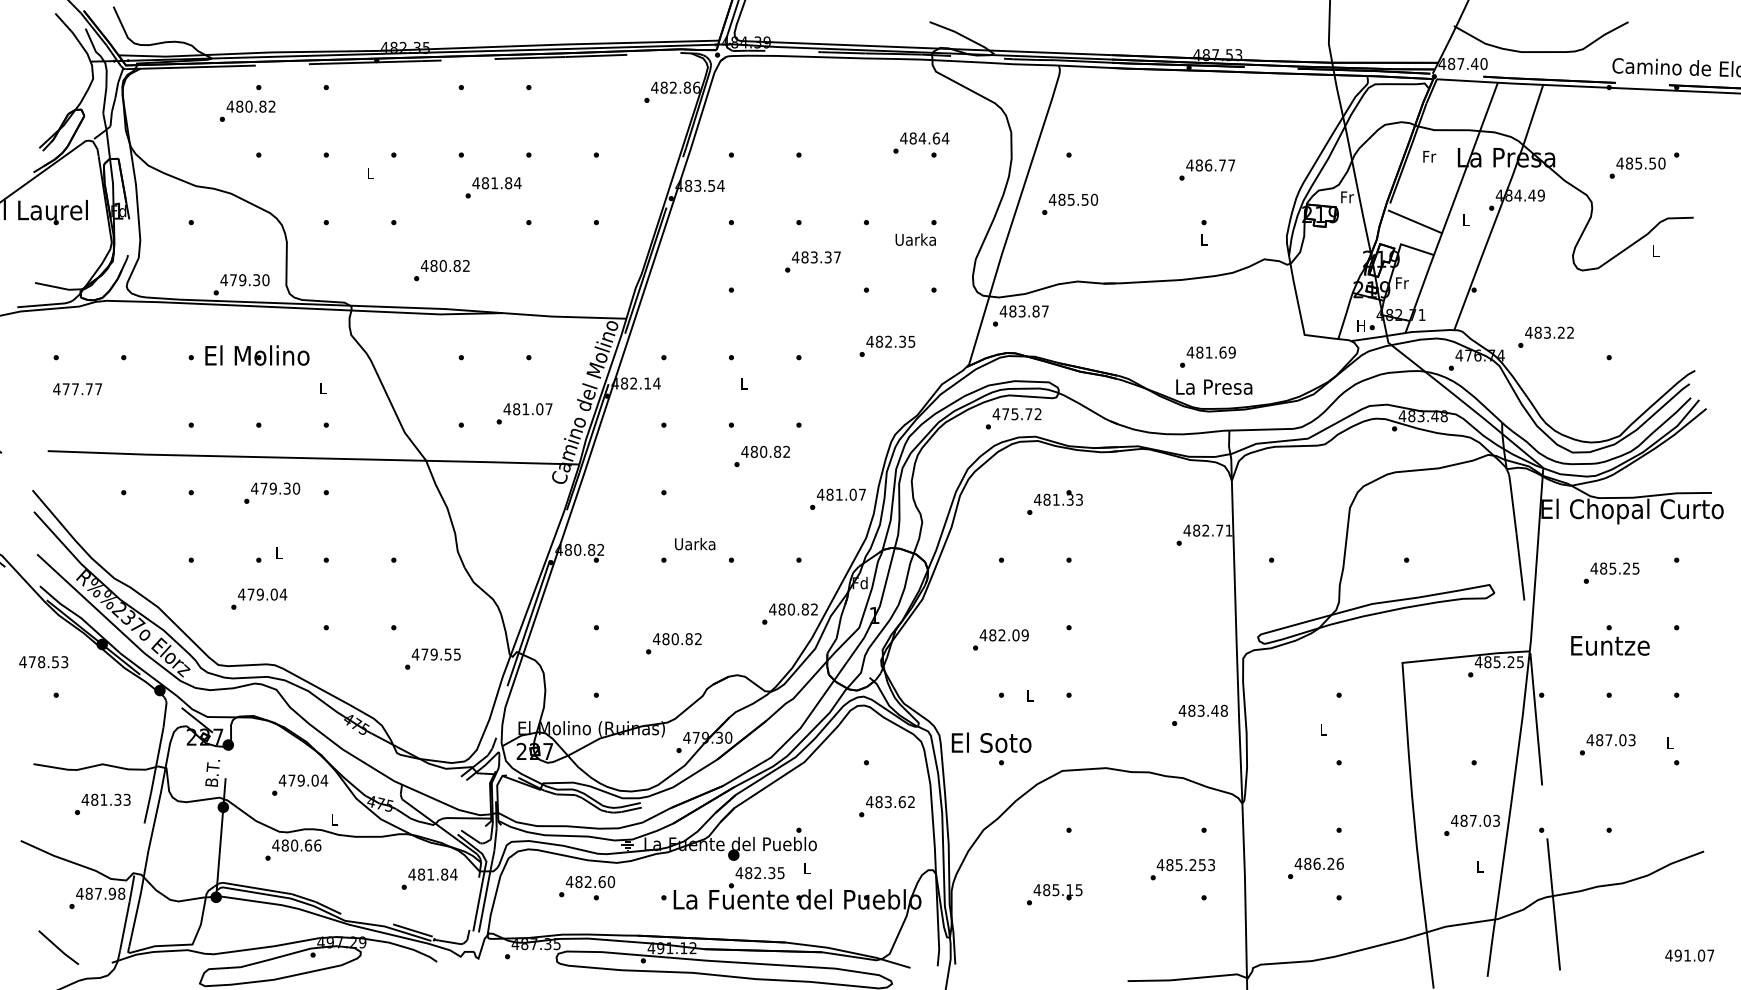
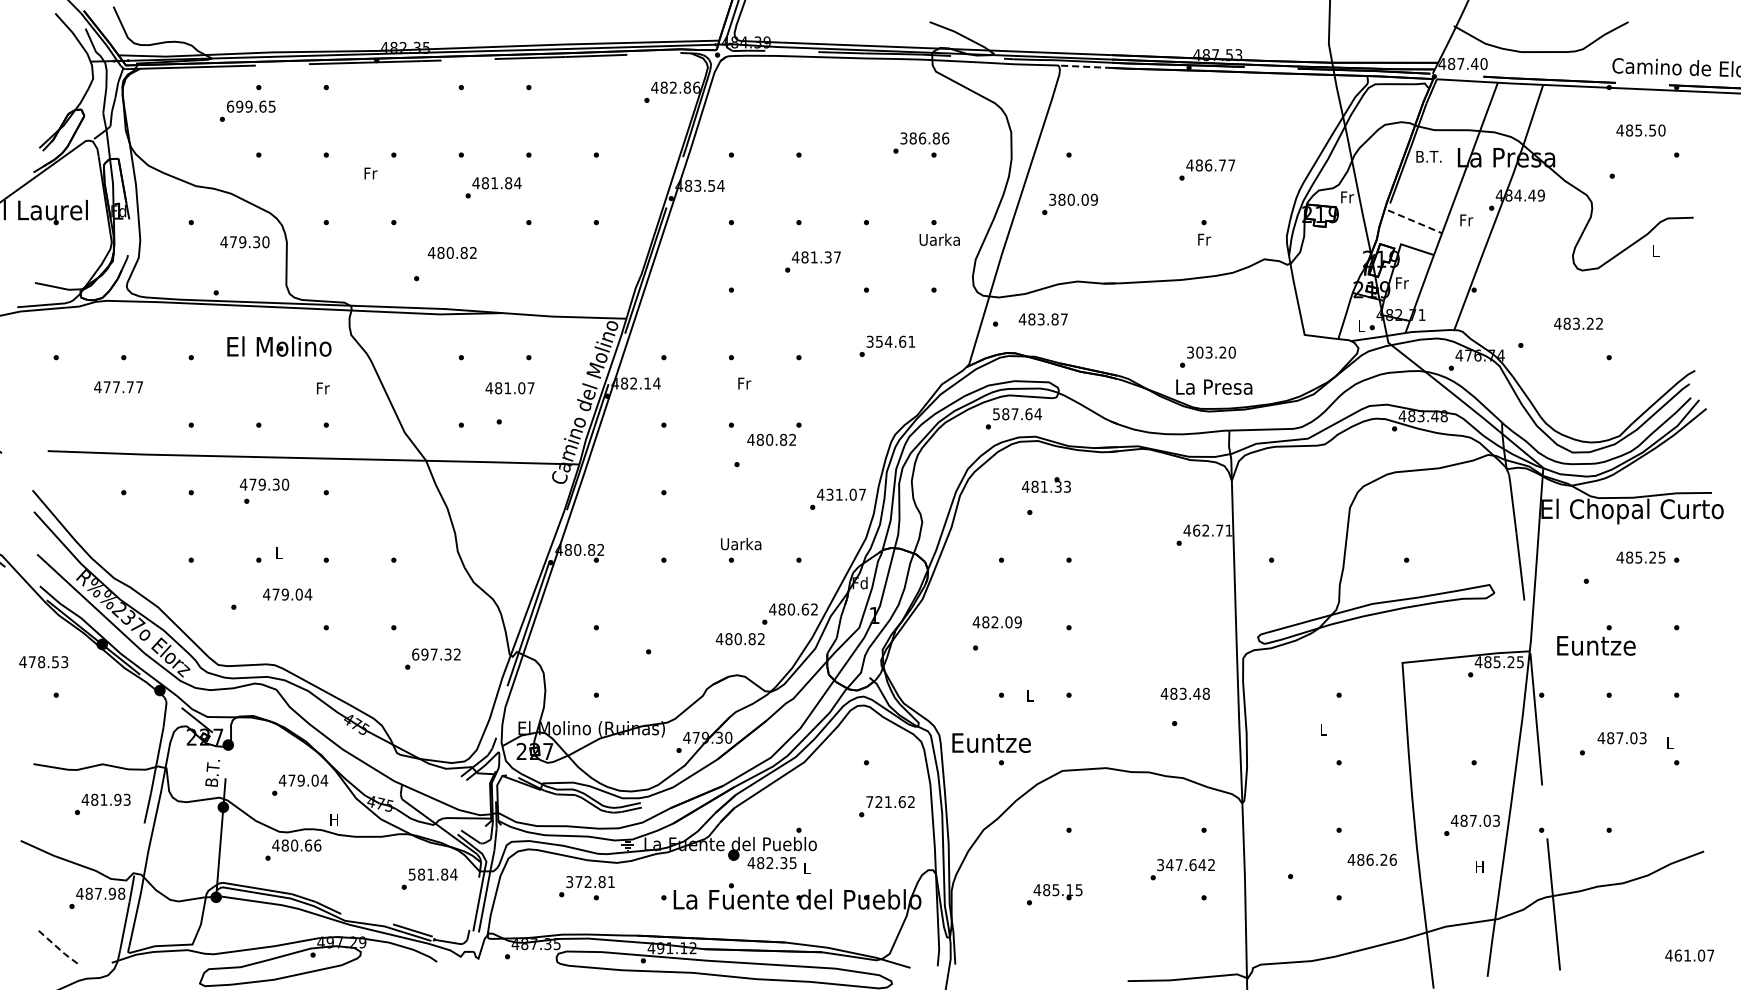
line at (1085, 66): solid -> dashed
text at (250, 106): 480.82 -> 699.65
text at (924, 138): 484.64 -> 386.86
text at (1428, 156): Fr -> B.T.
text at (1640, 163) position: (1640, 163) -> (1640, 130)
text at (370, 173): L -> Fr
text at (1072, 199): 485.50 -> 380.09
text at (1466, 220): L -> Fr
line at (1415, 222): solid -> dashed
text at (915, 239) position: (915, 239) -> (939, 239)
text at (1204, 239): L -> Fr
text at (813, 257): 483.37 -> 481.37
text at (444, 265) position: (444, 265) -> (451, 252)
text at (244, 280) position: (244, 280) -> (244, 242)
text at (1023, 311) position: (1023, 311) -> (1042, 319)
text at (1360, 325): H -> L
text at (1549, 332) position: (1549, 332) -> (1578, 323)
text at (890, 341): 482.35 -> 354.61
text at (1210, 352): 481.69 -> 303.20
text at (257, 355) position: (257, 355) -> (279, 346)
text at (744, 383): L -> Fr
text at (323, 388): L -> Fr
text at (77, 389) position: (77, 389) -> (118, 387)
text at (527, 409) position: (527, 409) -> (509, 388)
text at (1016, 414): 475.72 -> 587.64
text at (765, 451) position: (765, 451) -> (771, 439)
text at (275, 488) position: (275, 488) -> (264, 484)
text at (829, 494): 481.07 -> 431.07
text at (1058, 497) position: (1058, 497) -> (1046, 484)
text at (1196, 530): 482.71 -> 462.71
text at (695, 543) position: (695, 543) -> (741, 543)
text at (1614, 568) position: (1614, 568) -> (1640, 557)
text at (262, 594) position: (262, 594) -> (287, 594)
text at (804, 609): 480.82 -> 480.62
text at (1003, 635) position: (1003, 635) -> (996, 622)
text at (676, 639) position: (676, 639) -> (739, 639)
text at (1610, 645) position: (1610, 645) -> (1596, 645)
text at (435, 654): 479.55 -> 697.32
text at (1202, 710) position: (1202, 710) -> (1184, 693)
text at (1610, 740) position: (1610, 740) -> (1621, 738)
text at (991, 742): El Soto -> Euntze
text at (117, 799): 481.33 -> 481.93
text at (878, 802): 483.62 -> 721.62
text at (333, 819): L -> H
text at (1318, 863) position: (1318, 863) -> (1371, 859)
text at (1185, 865): 485.253 -> 347.642
text at (1479, 866): L -> H
text at (759, 873) position: (759, 873) -> (771, 863)
text at (411, 874): 481.84 -> 581.84
text at (590, 882): 482.60 -> 372.81
line at (58, 948): solid -> dashed
text at (1677, 955): 491.07 -> 461.07
